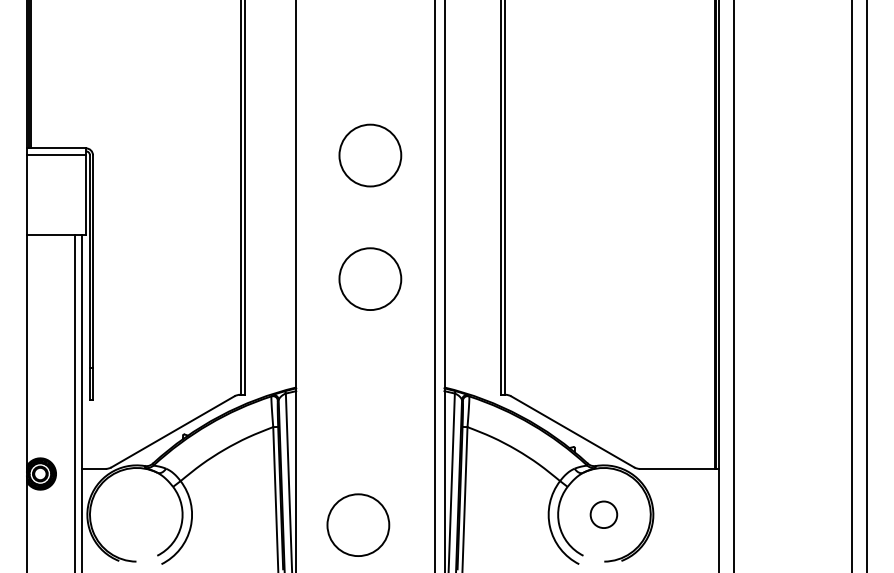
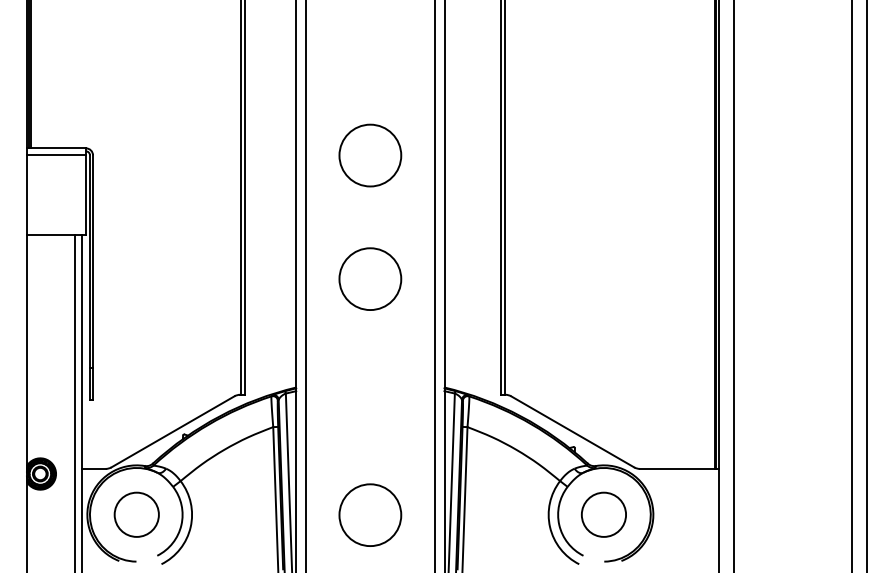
line at (306, 285): none -> present
circle at (136, 514): none -> present
circle at (603, 514) diameter: 27 px -> 44 px
circle at (358, 524) position: (358, 524) -> (370, 514)
